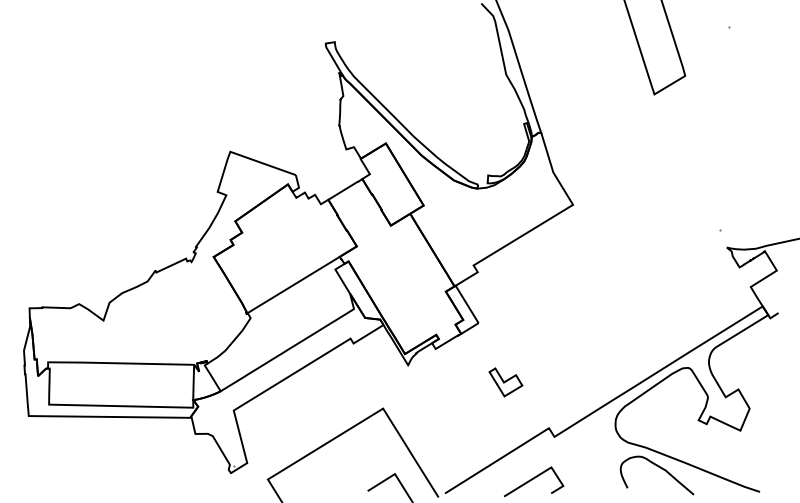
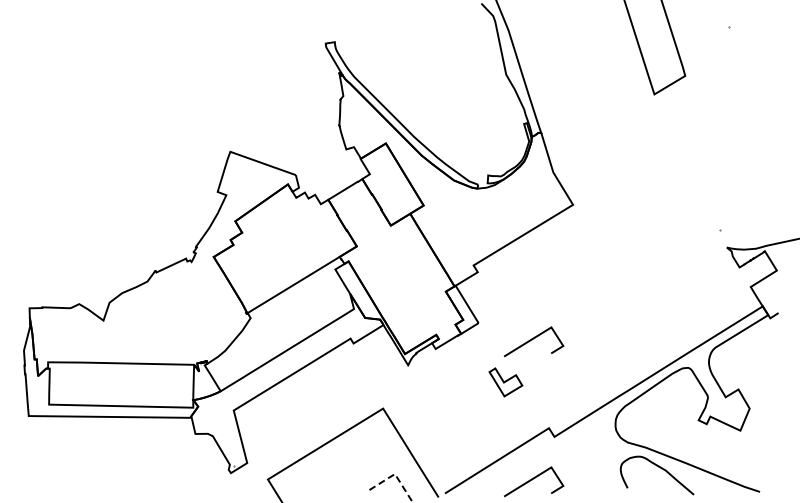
curve at (533, 339): none -> present
line at (395, 474): solid -> dashed
